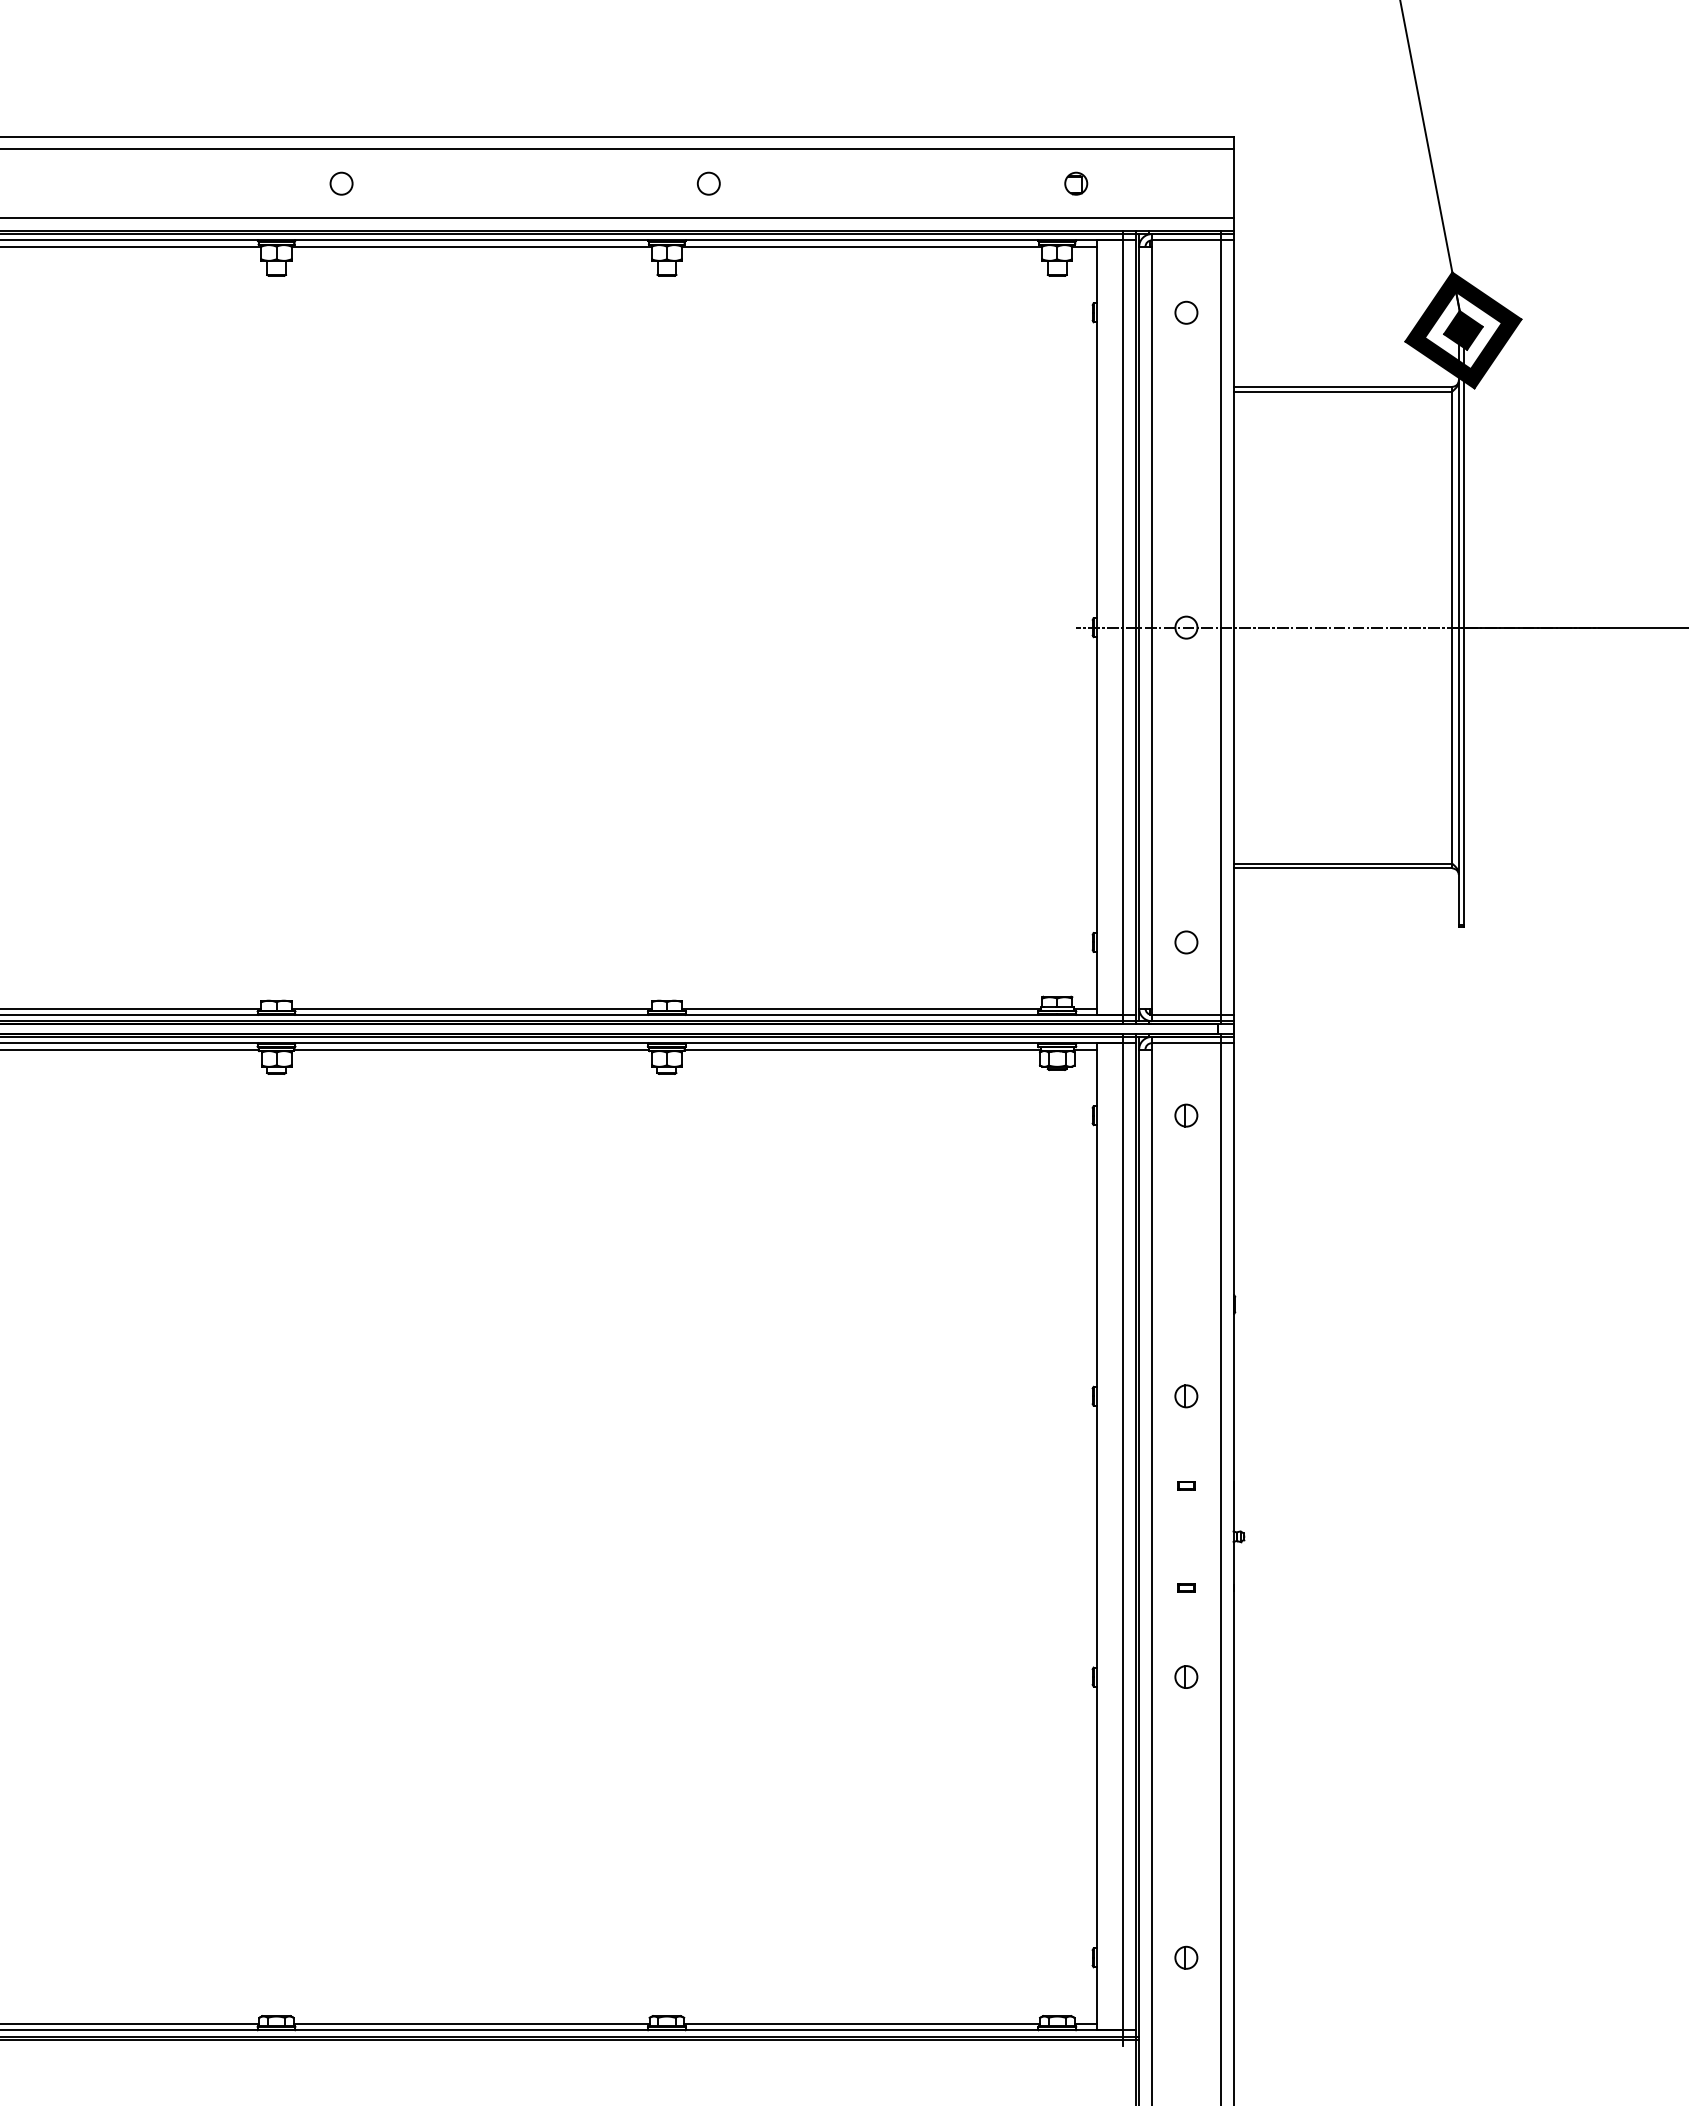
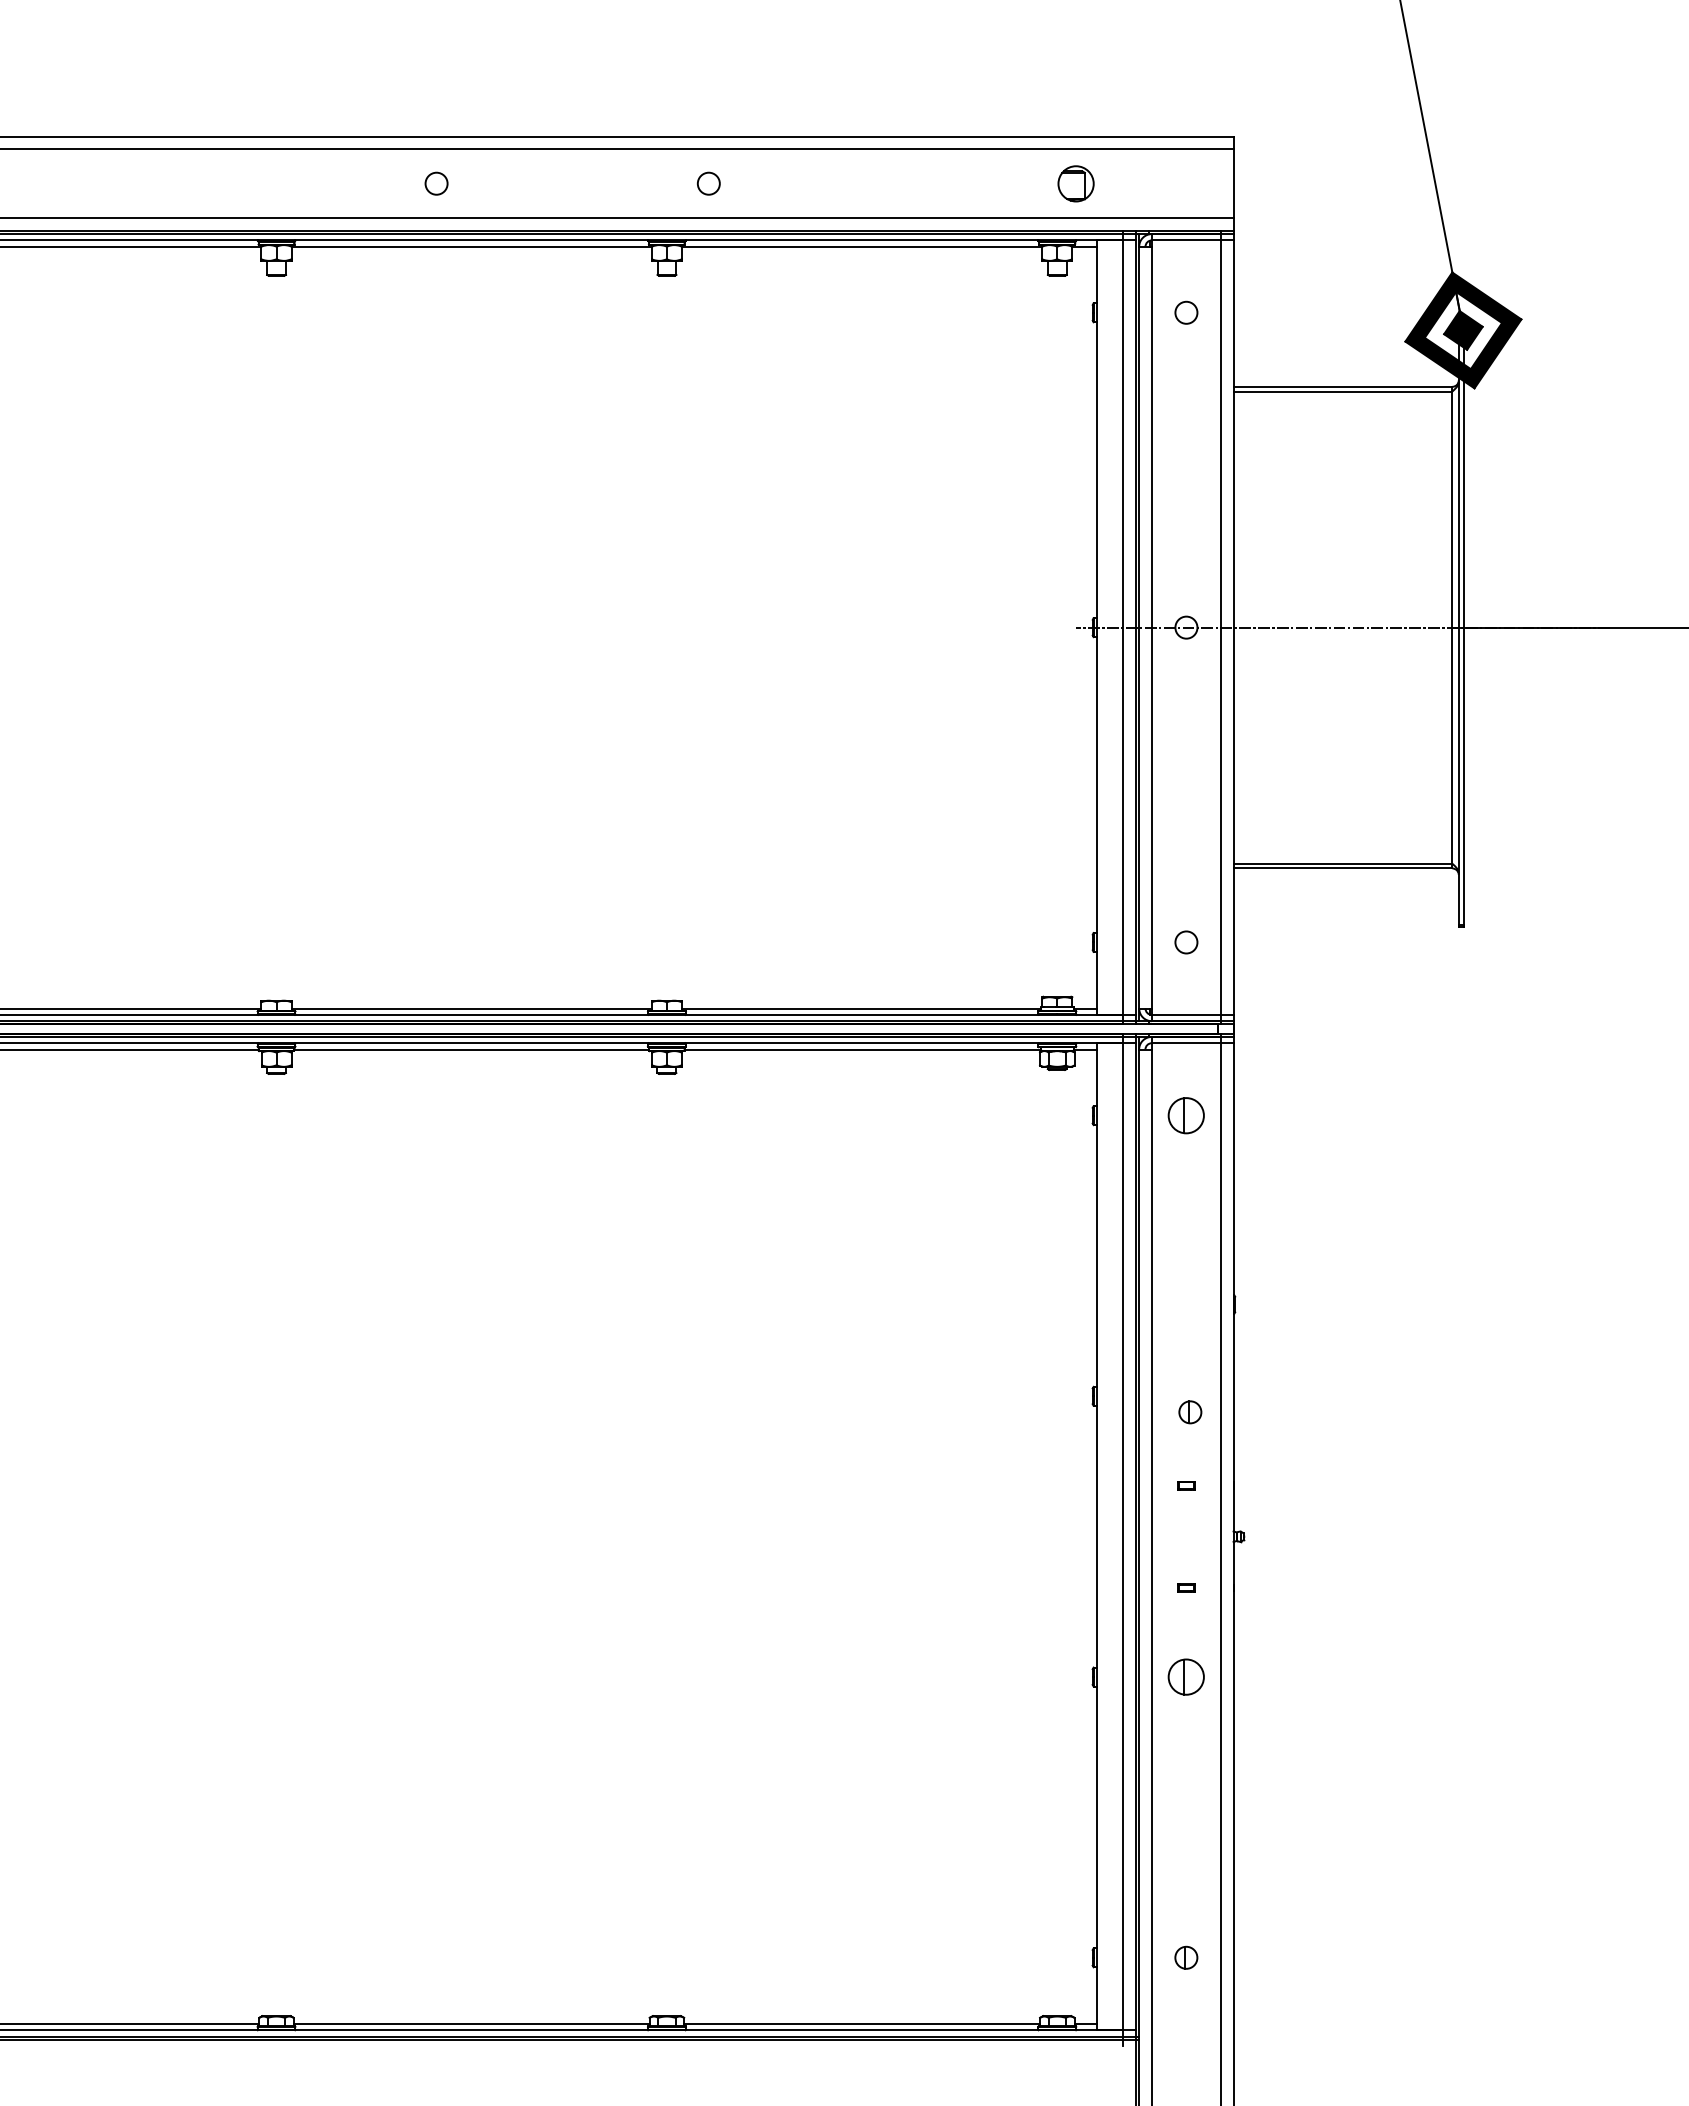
circle at (341, 183) position: (341, 183) -> (436, 183)
part at (1076, 183) size: 25x25 px -> 38x38 px
part at (1186, 1115) size: 25x25 px -> 38x38 px
part at (1186, 1396) position: (1186, 1396) -> (1190, 1412)
part at (1186, 1676) size: 25x24 px -> 38x38 px
